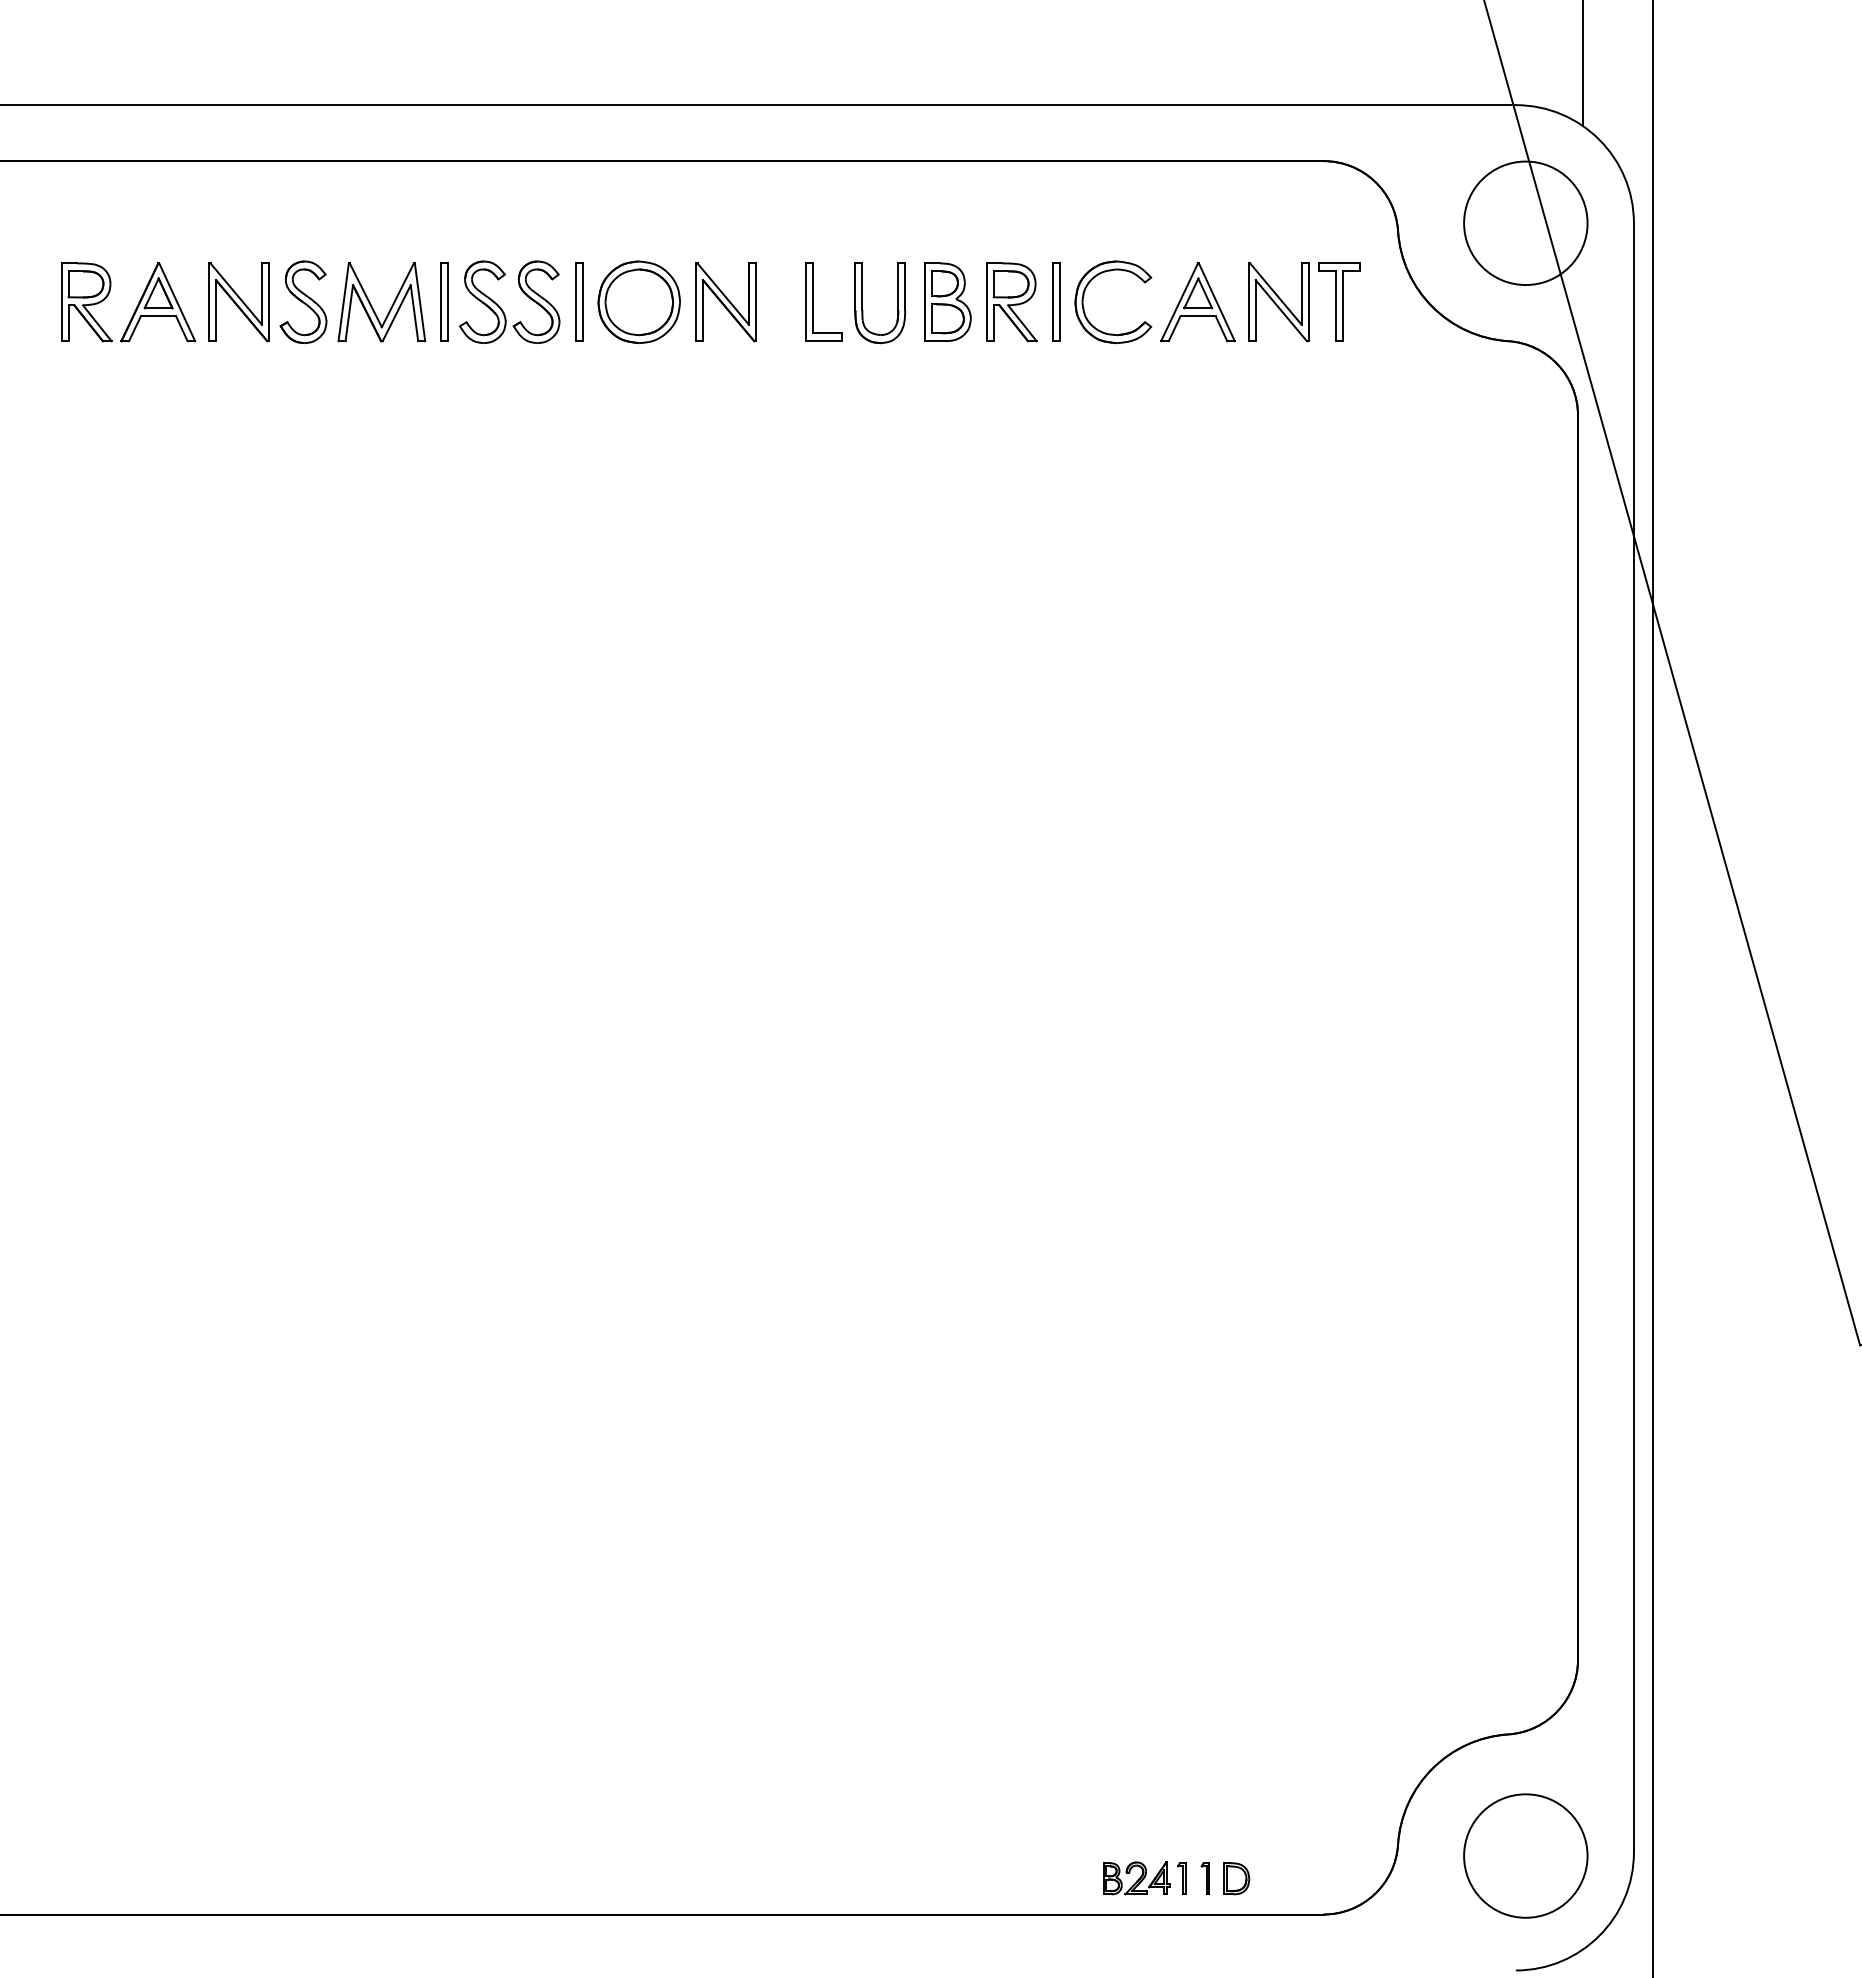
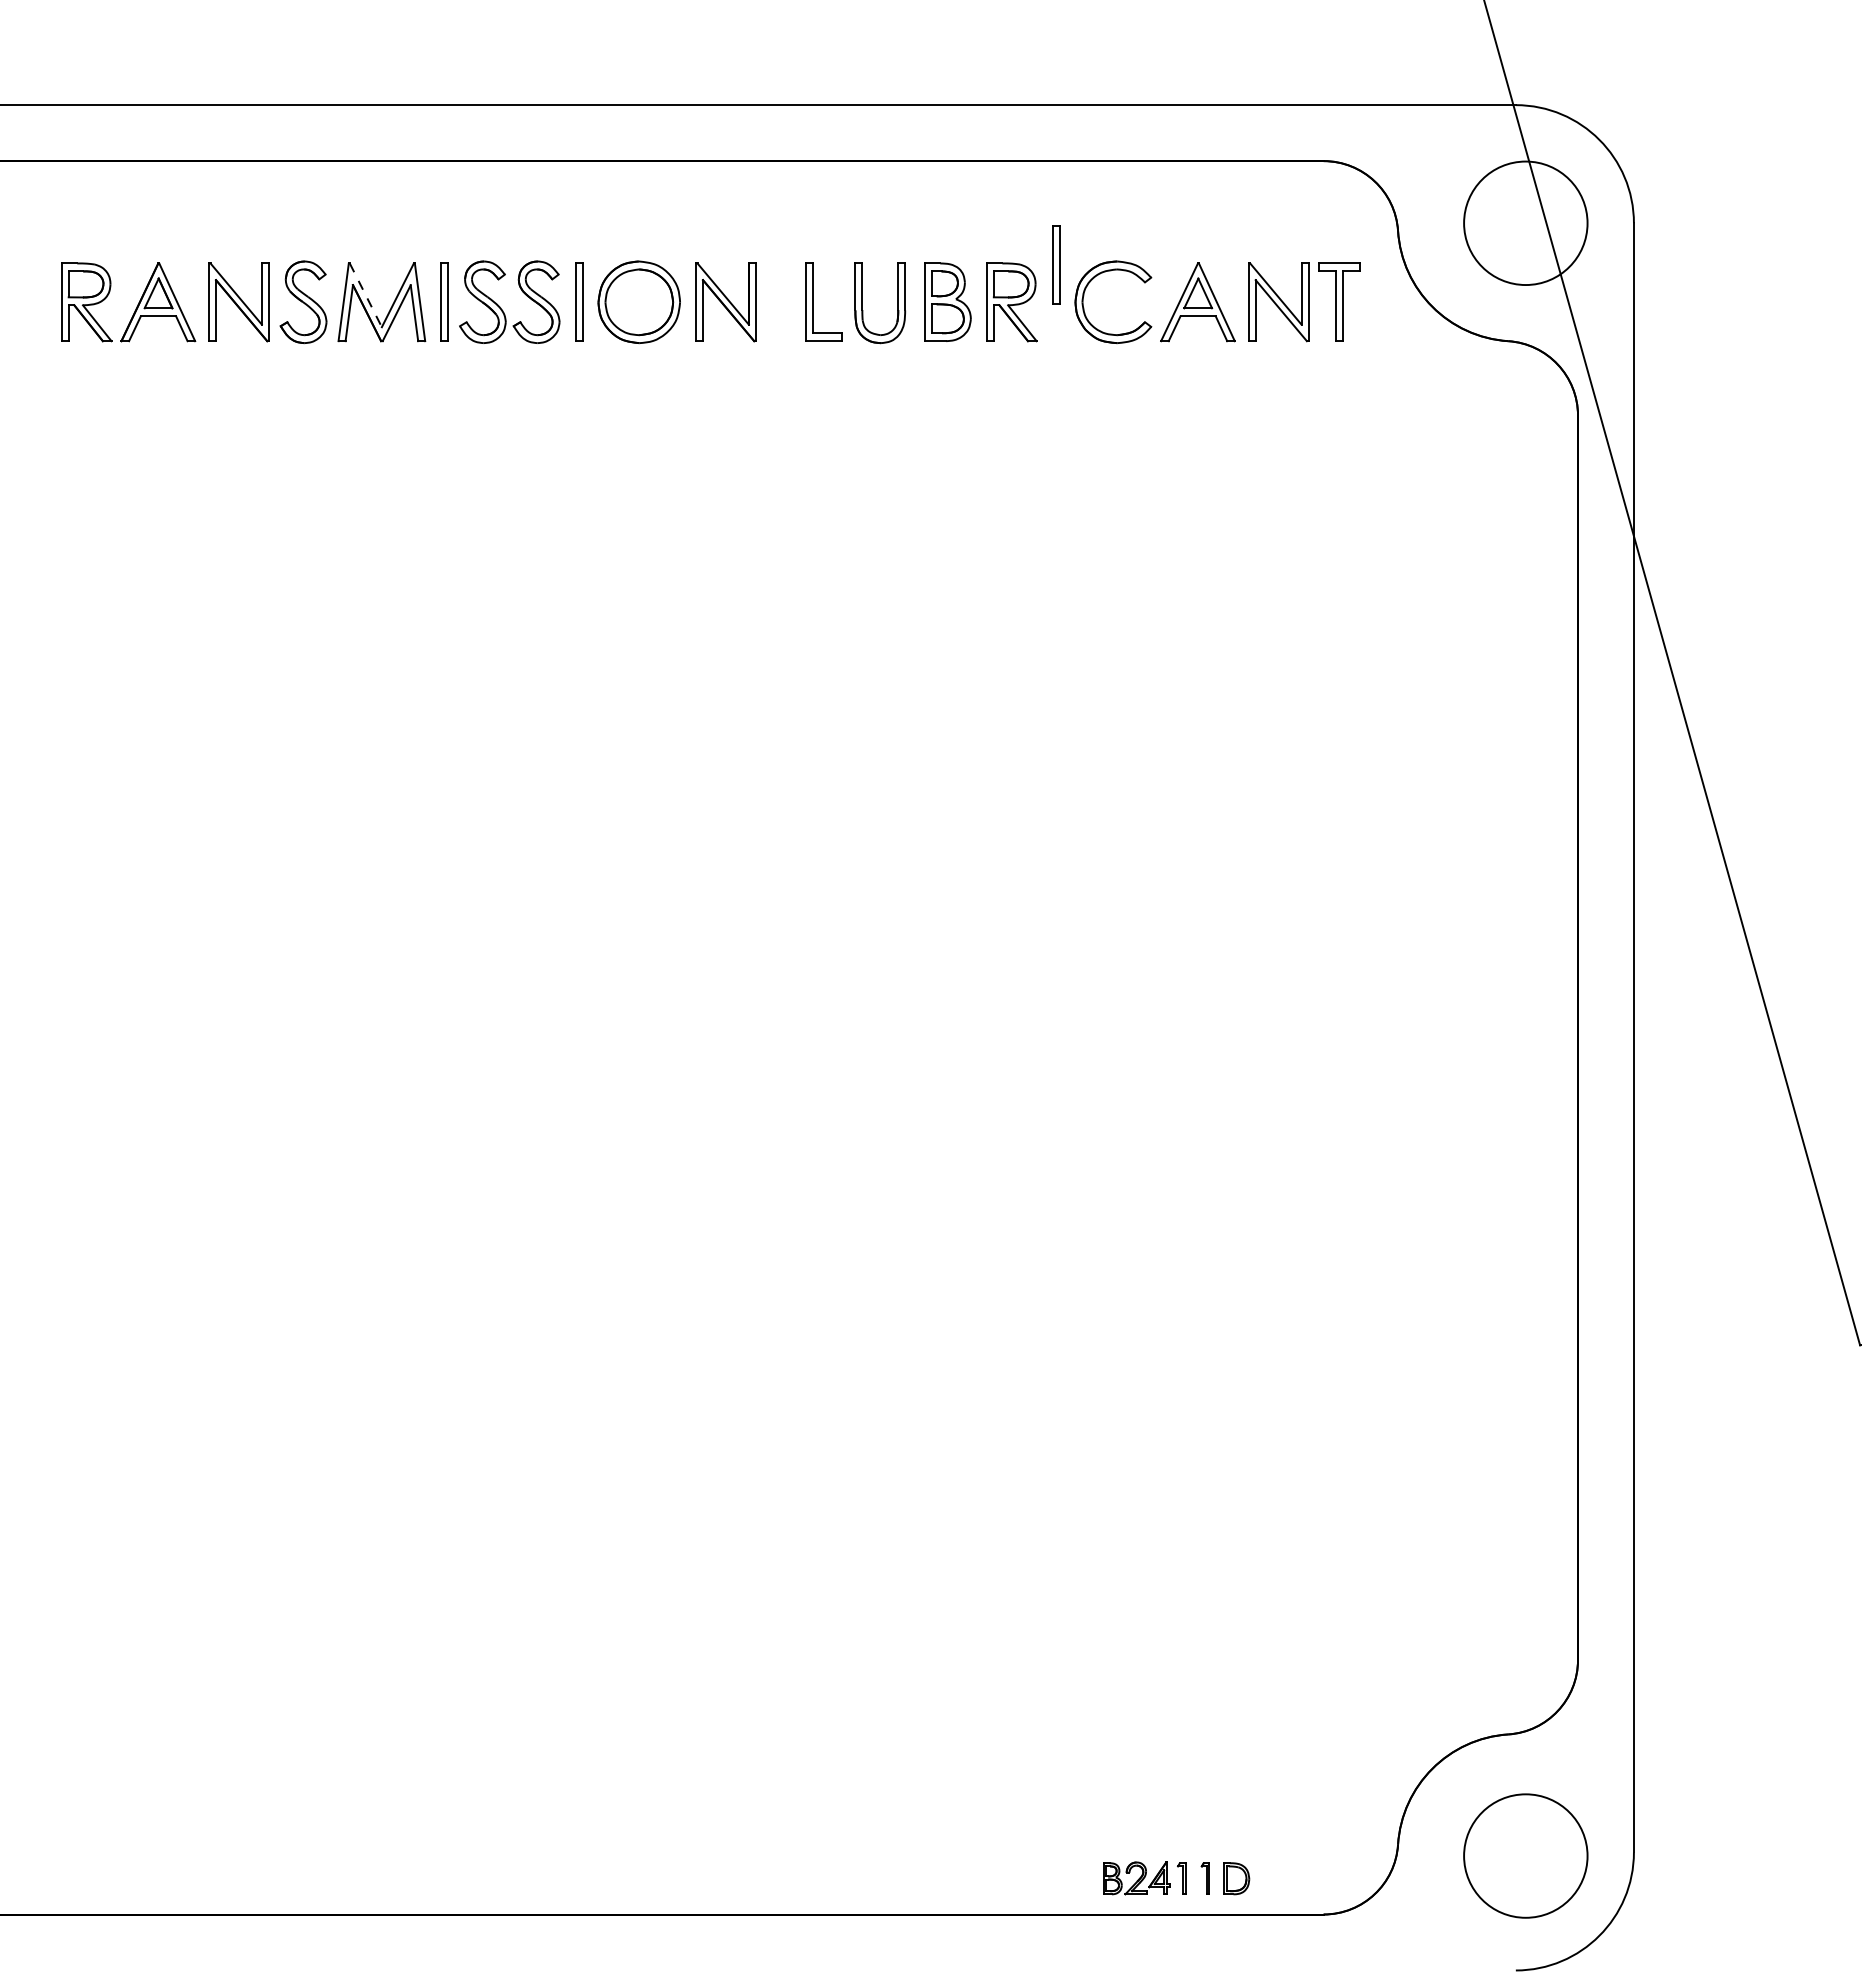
line at (1582, 63): present -> none
line at (365, 295): solid -> dashed
part at (1056, 301) position: (1056, 301) -> (1056, 264)
line at (1653, 988): present -> none
